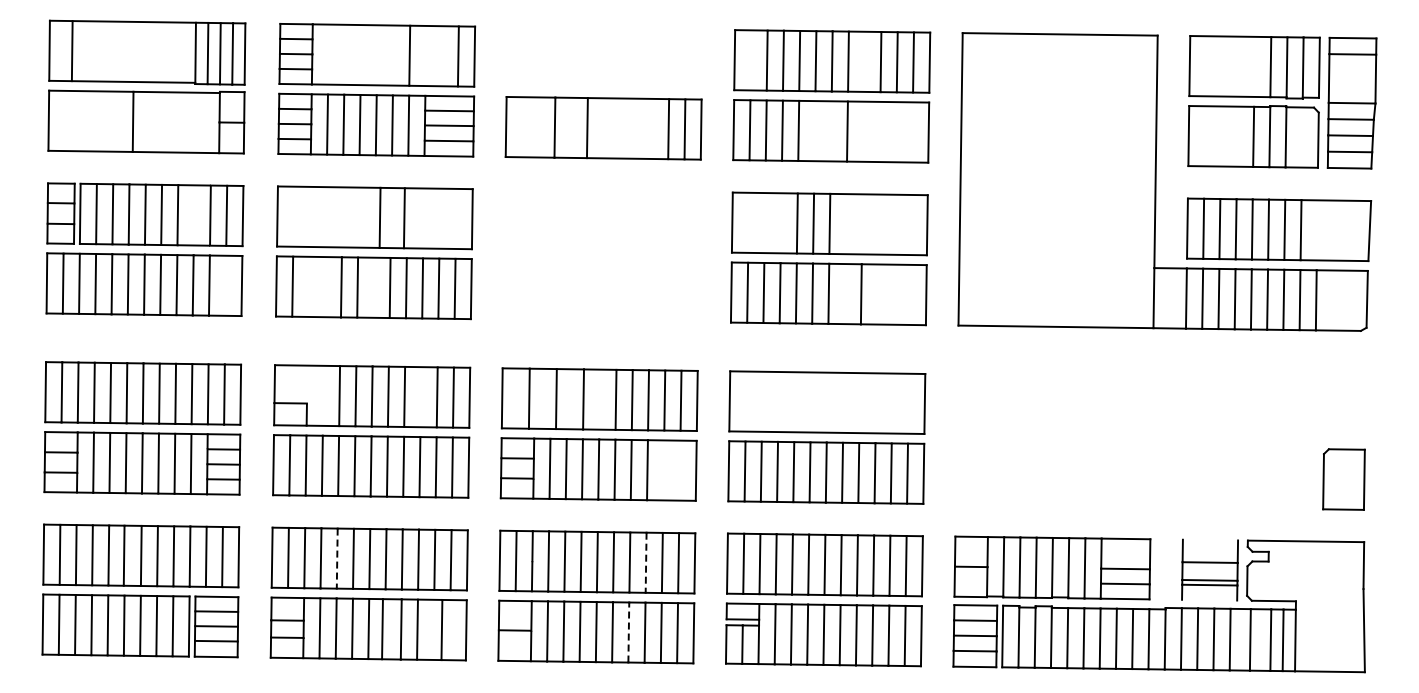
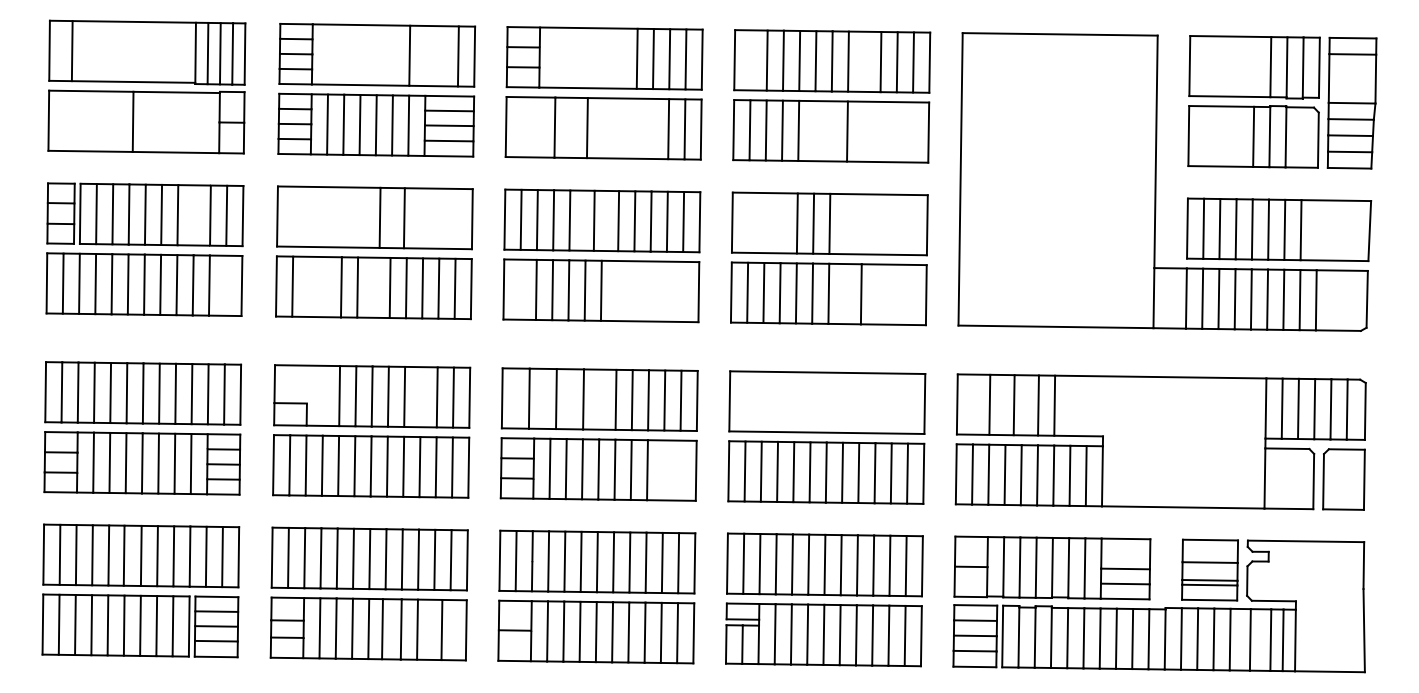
part at (604, 58): none -> present
part at (601, 255): none -> present
part at (1160, 441): none -> present
line at (1210, 539): none -> present
line at (337, 559): dashed -> solid
line at (646, 563): dashed -> solid
line at (1209, 599): none -> present
line at (628, 632): dashed -> solid
